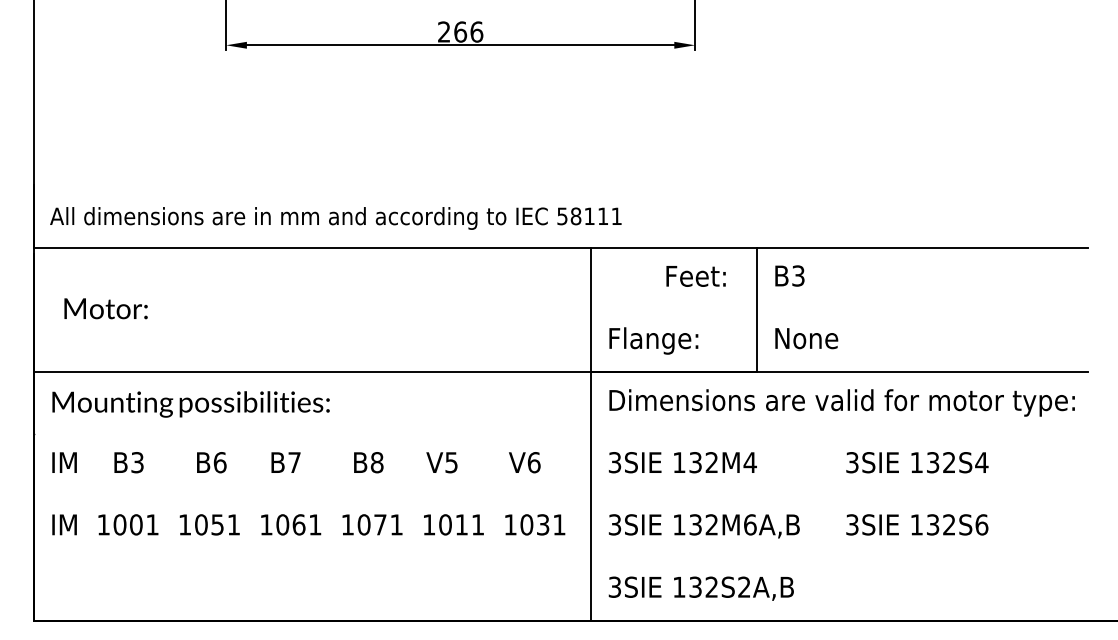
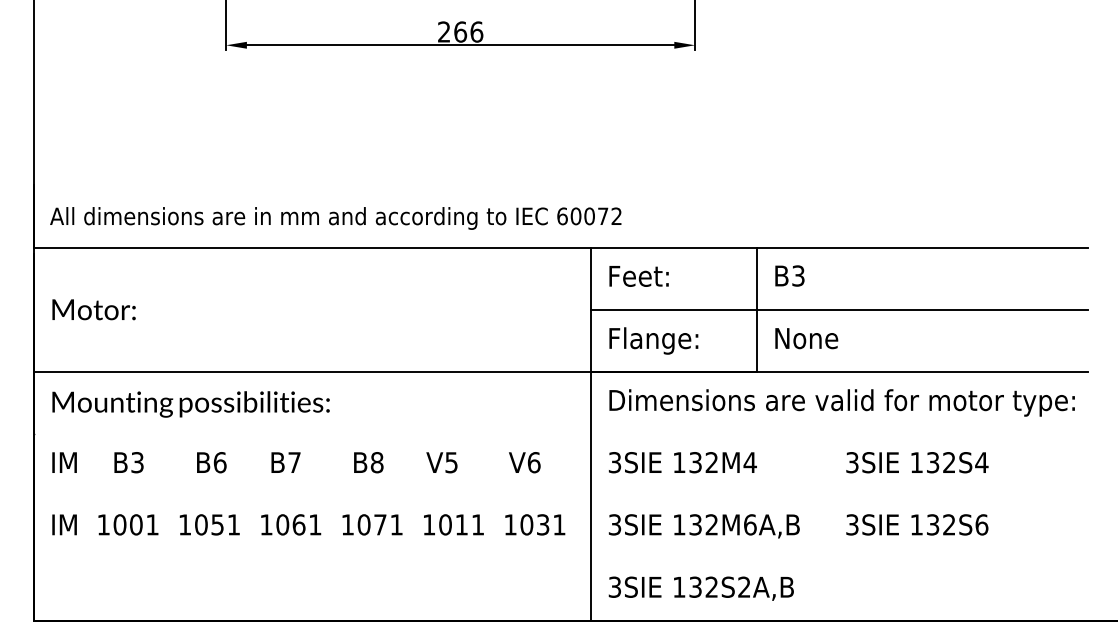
text at (589, 216): 58111 -> 60072
text at (695, 276) position: (695, 276) -> (638, 276)
text at (105, 308) position: (105, 308) -> (93, 309)
line at (839, 309): none -> present
